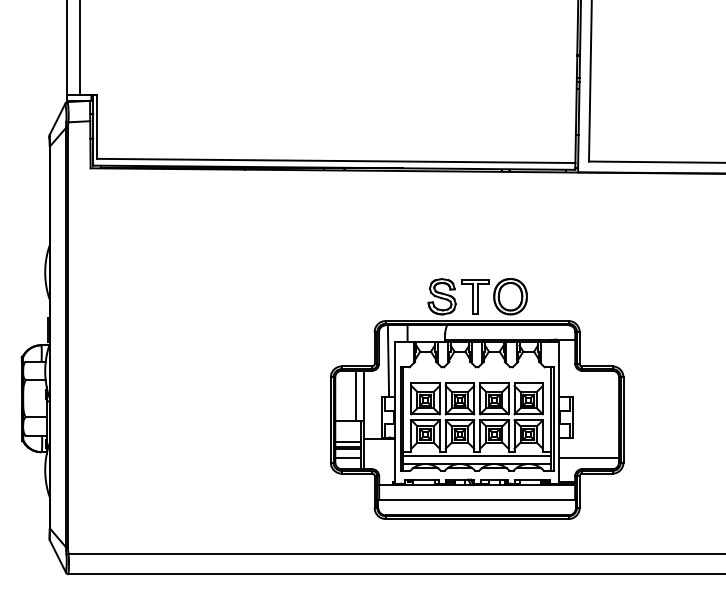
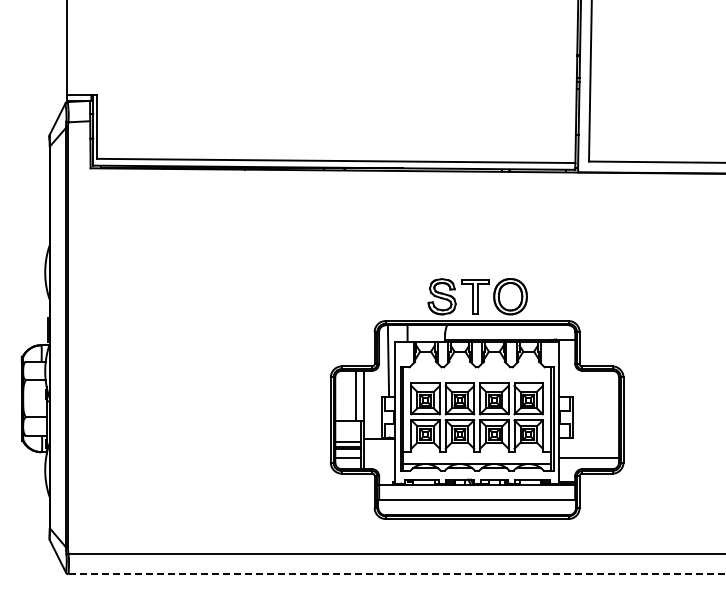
line at (80, 48): present -> none
line at (477, 455): present -> none
line at (396, 574): solid -> dashed
